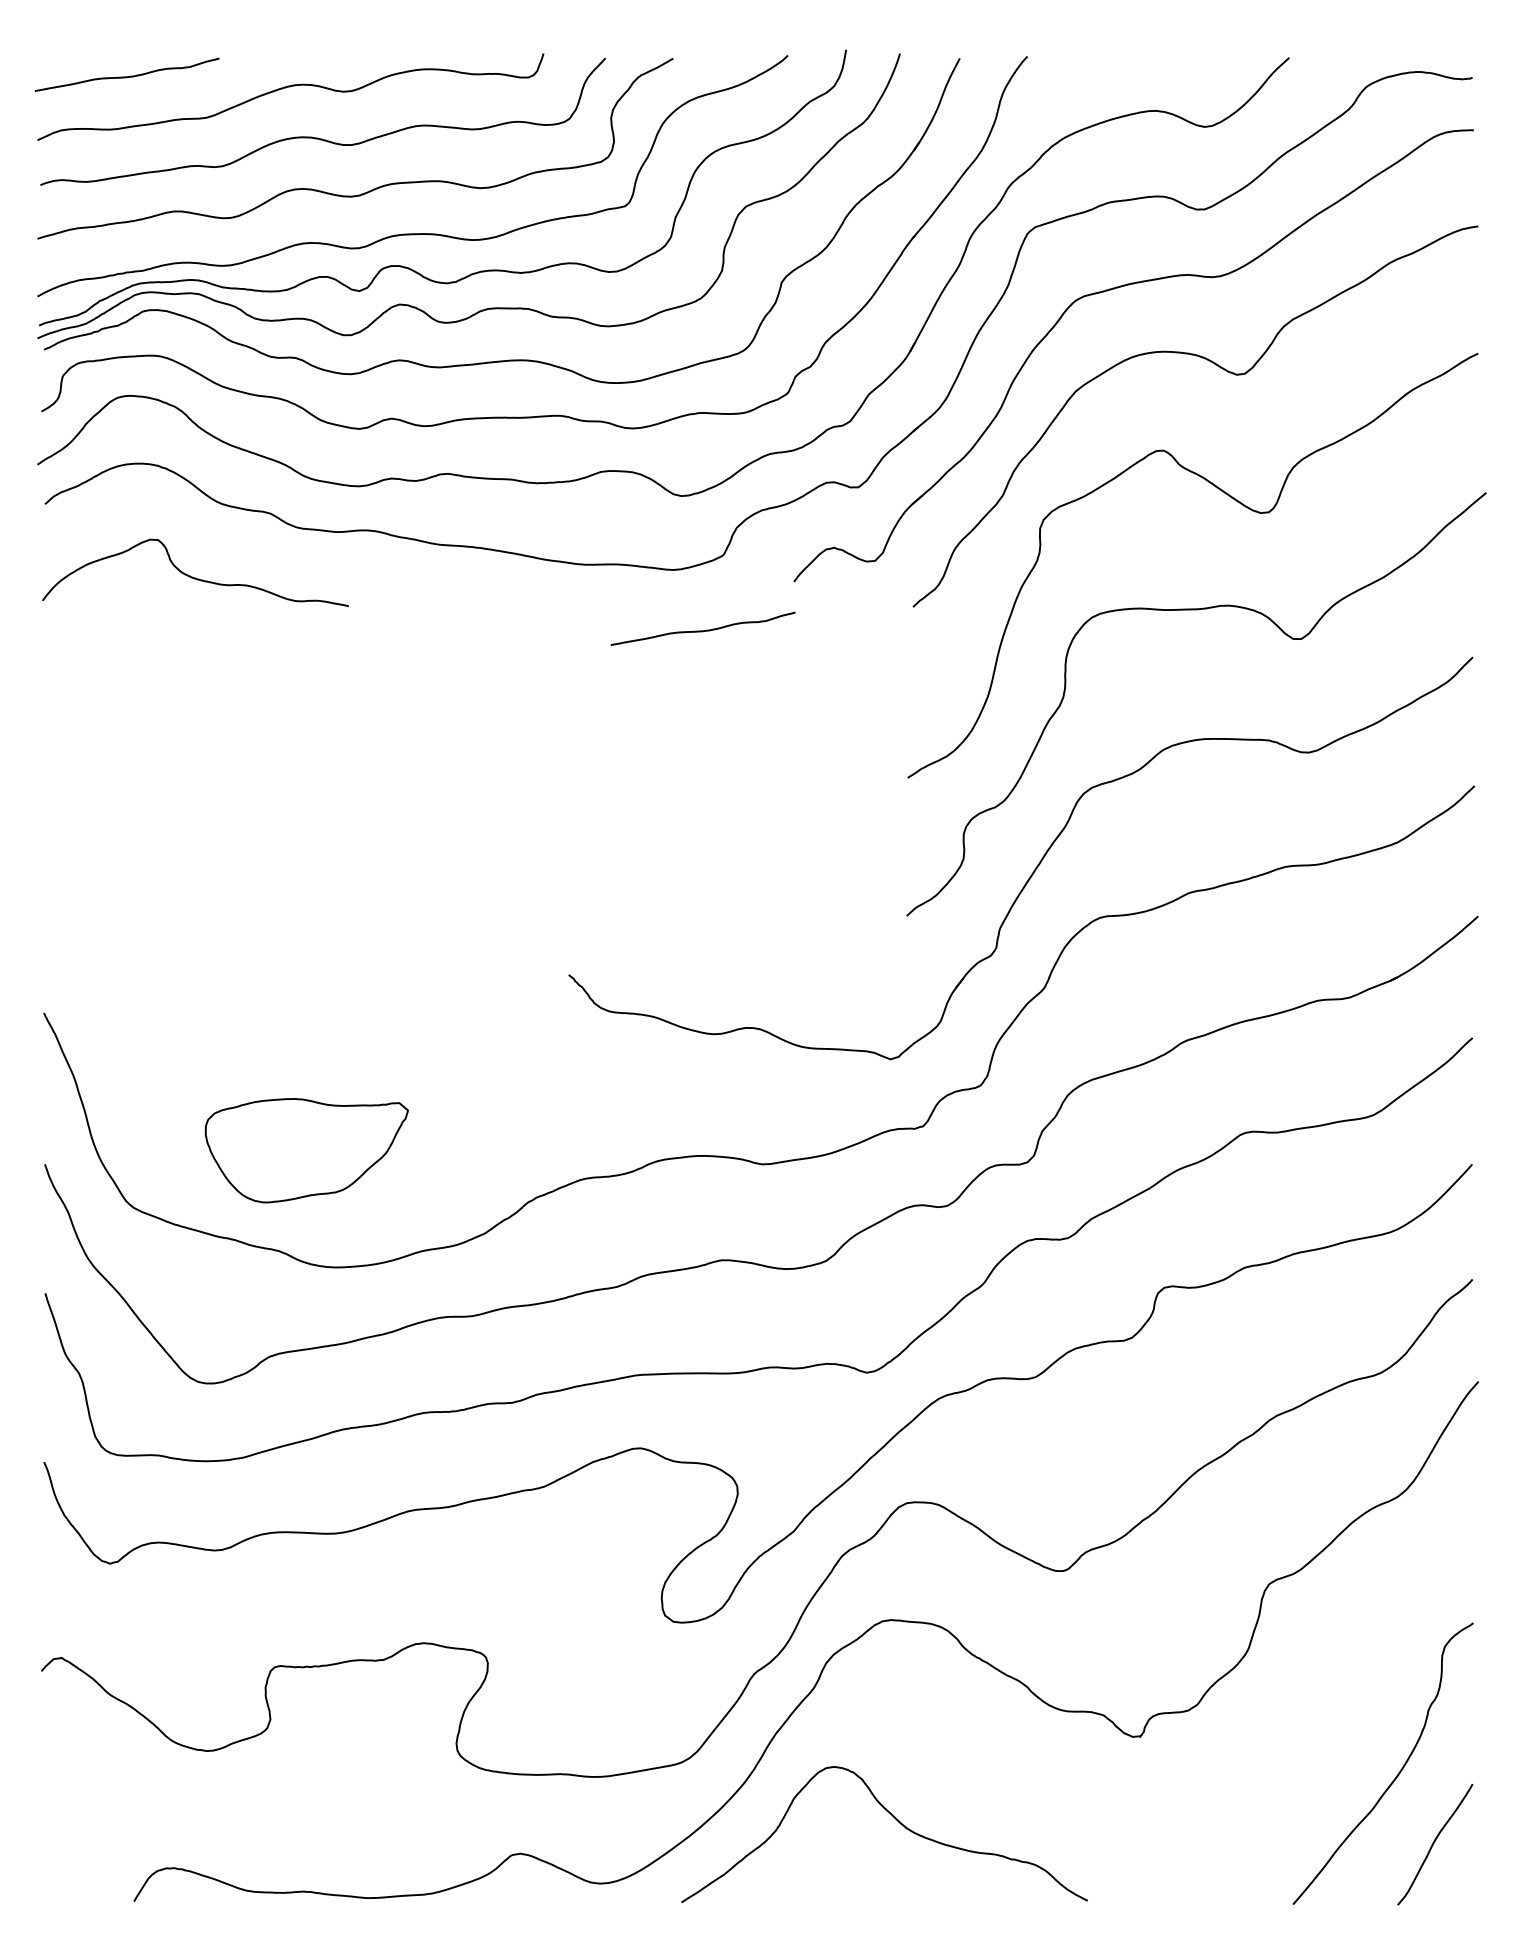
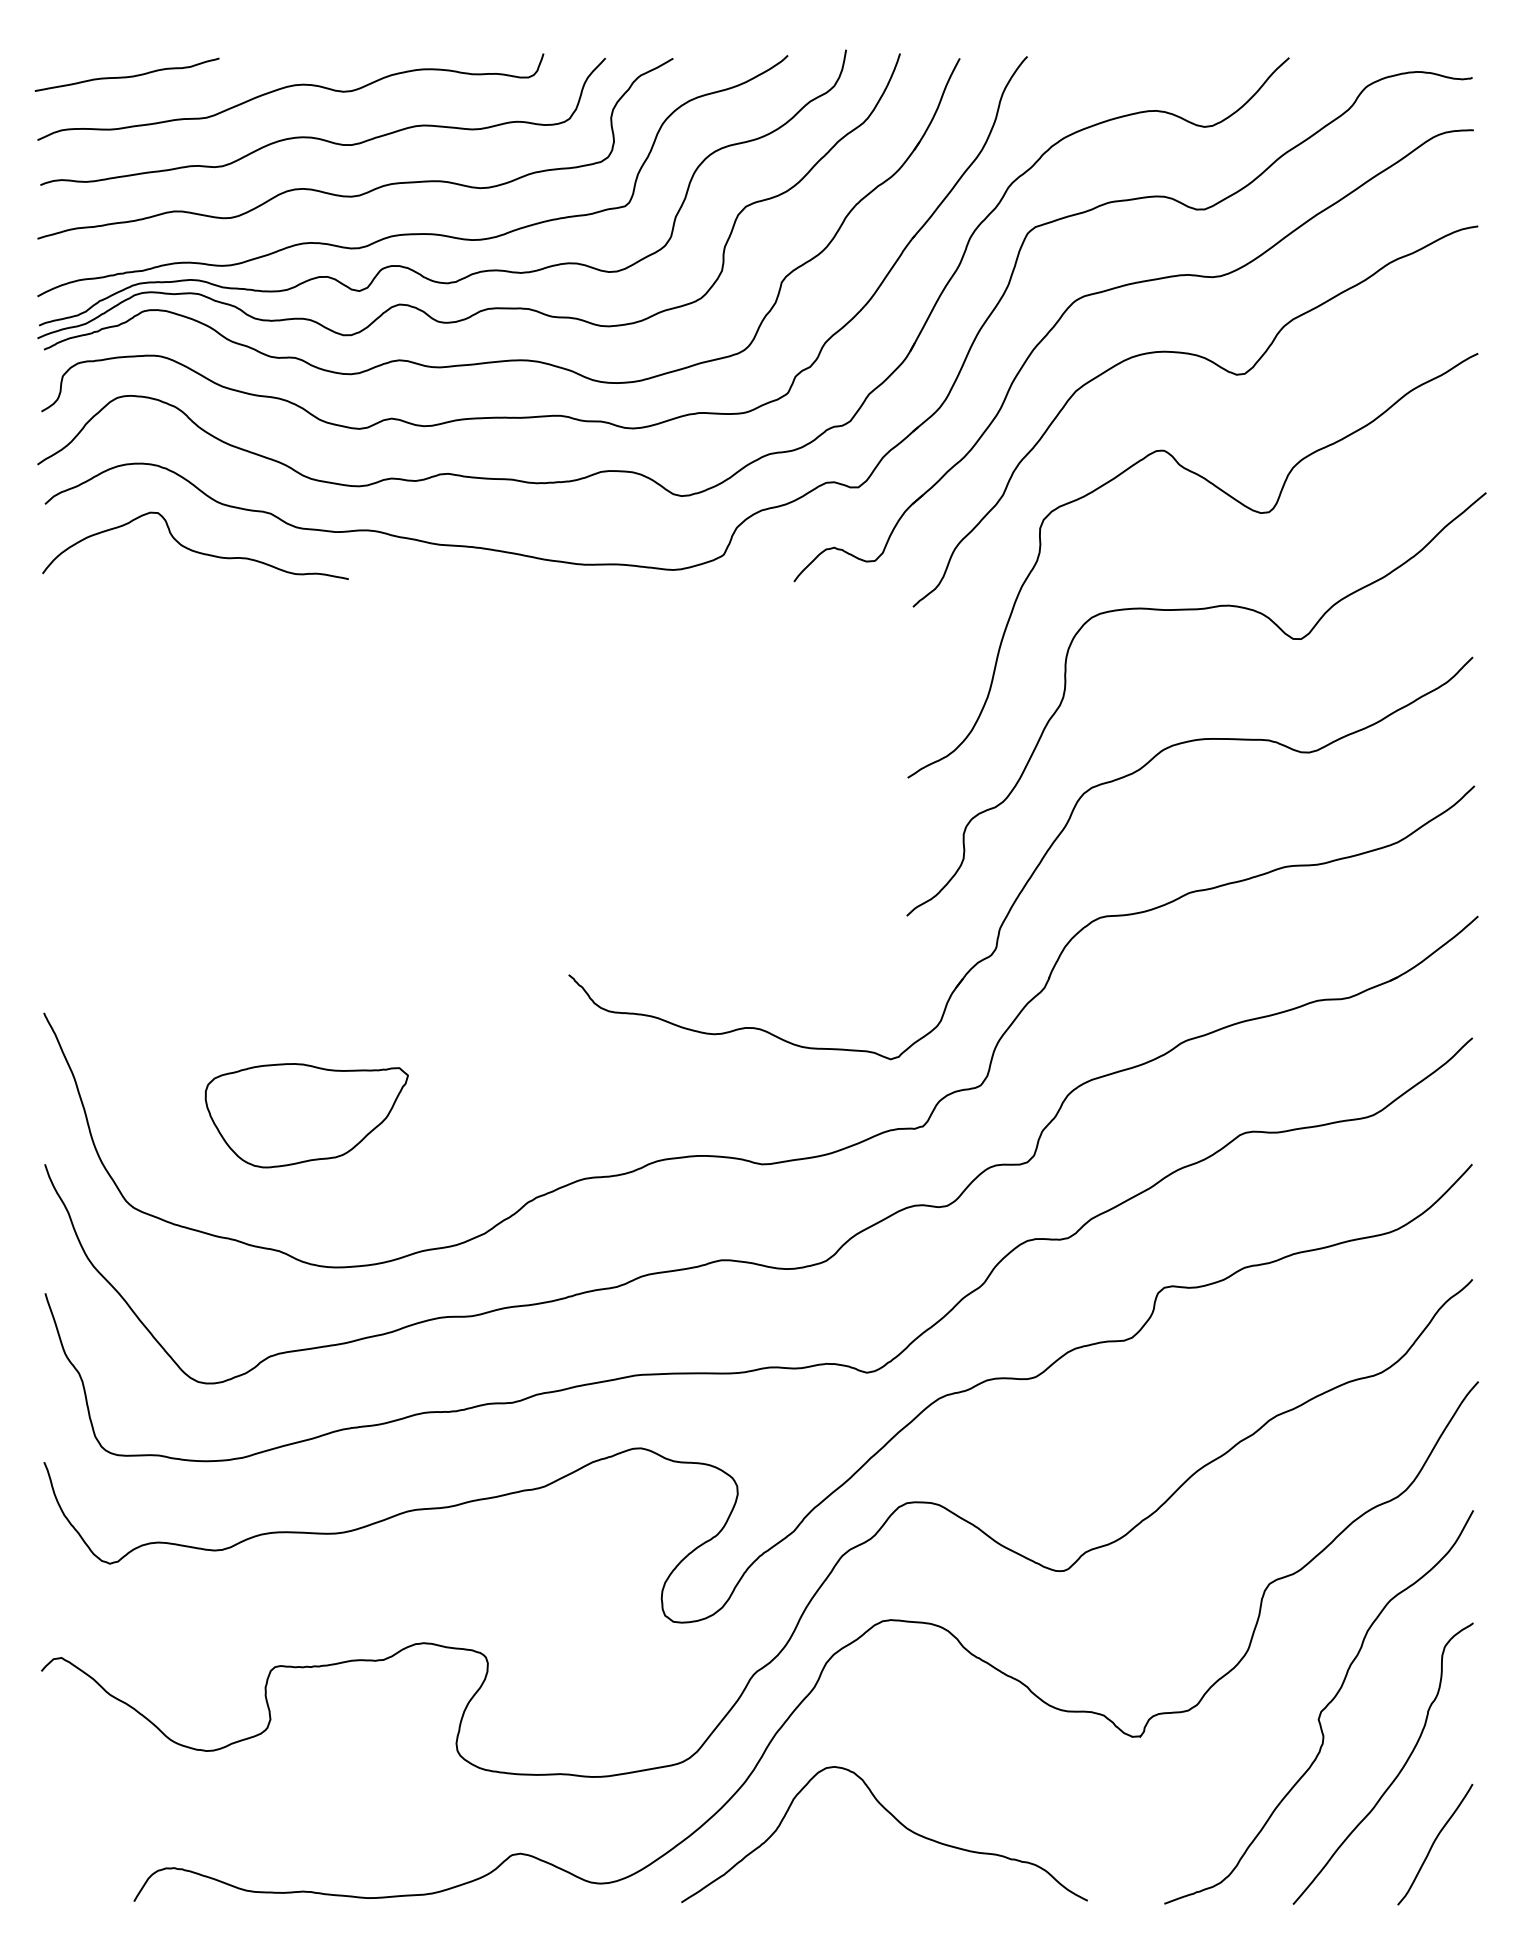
curve at (192, 576) position: (192, 576) -> (192, 549)
curve at (702, 630): present -> none
part at (306, 1150) position: (306, 1150) -> (306, 1115)
curve at (1321, 1710): none -> present
